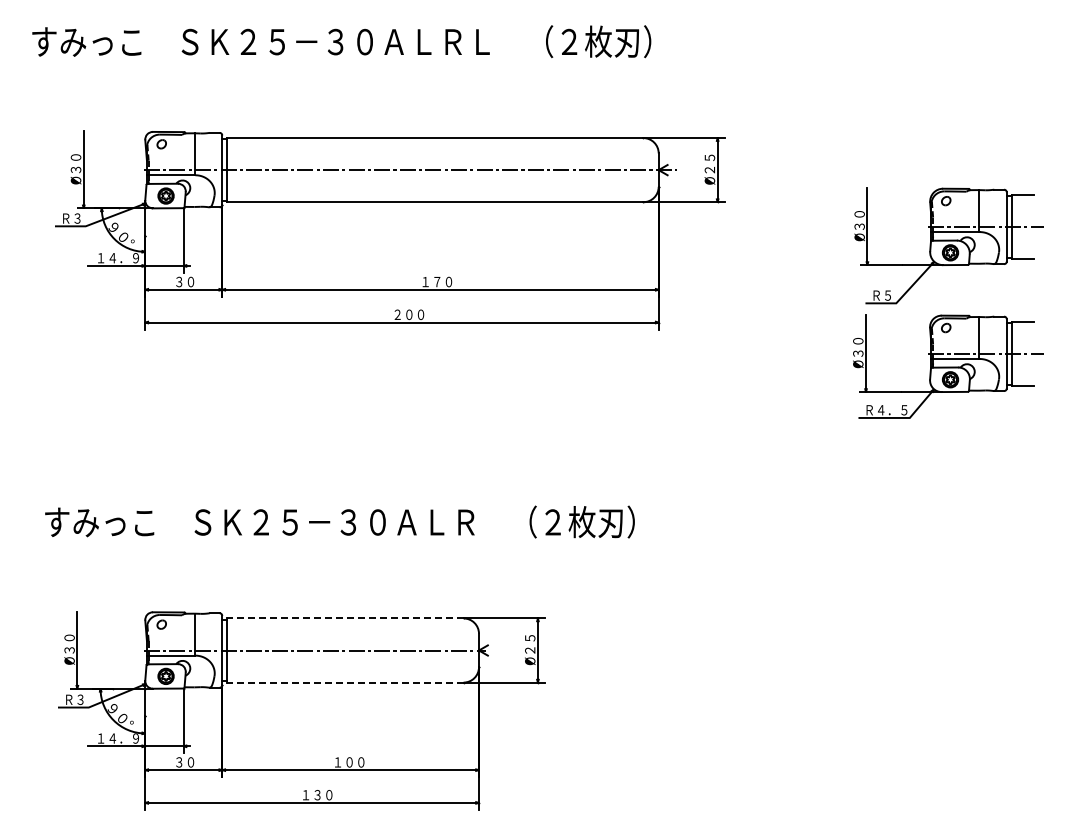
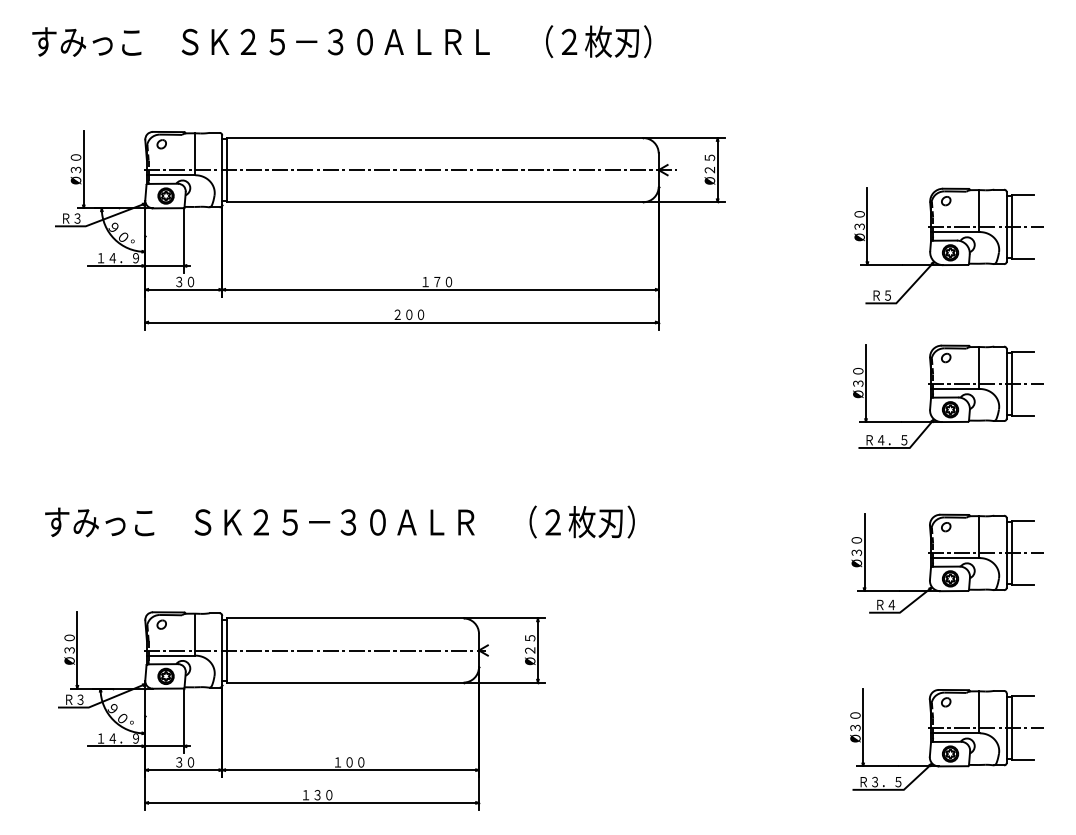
part at (948, 366) position: (948, 366) -> (948, 396)
part at (947, 563): none -> present
line at (345, 618): dashed -> solid
line at (345, 682): dashed -> solid
part at (946, 739): none -> present
